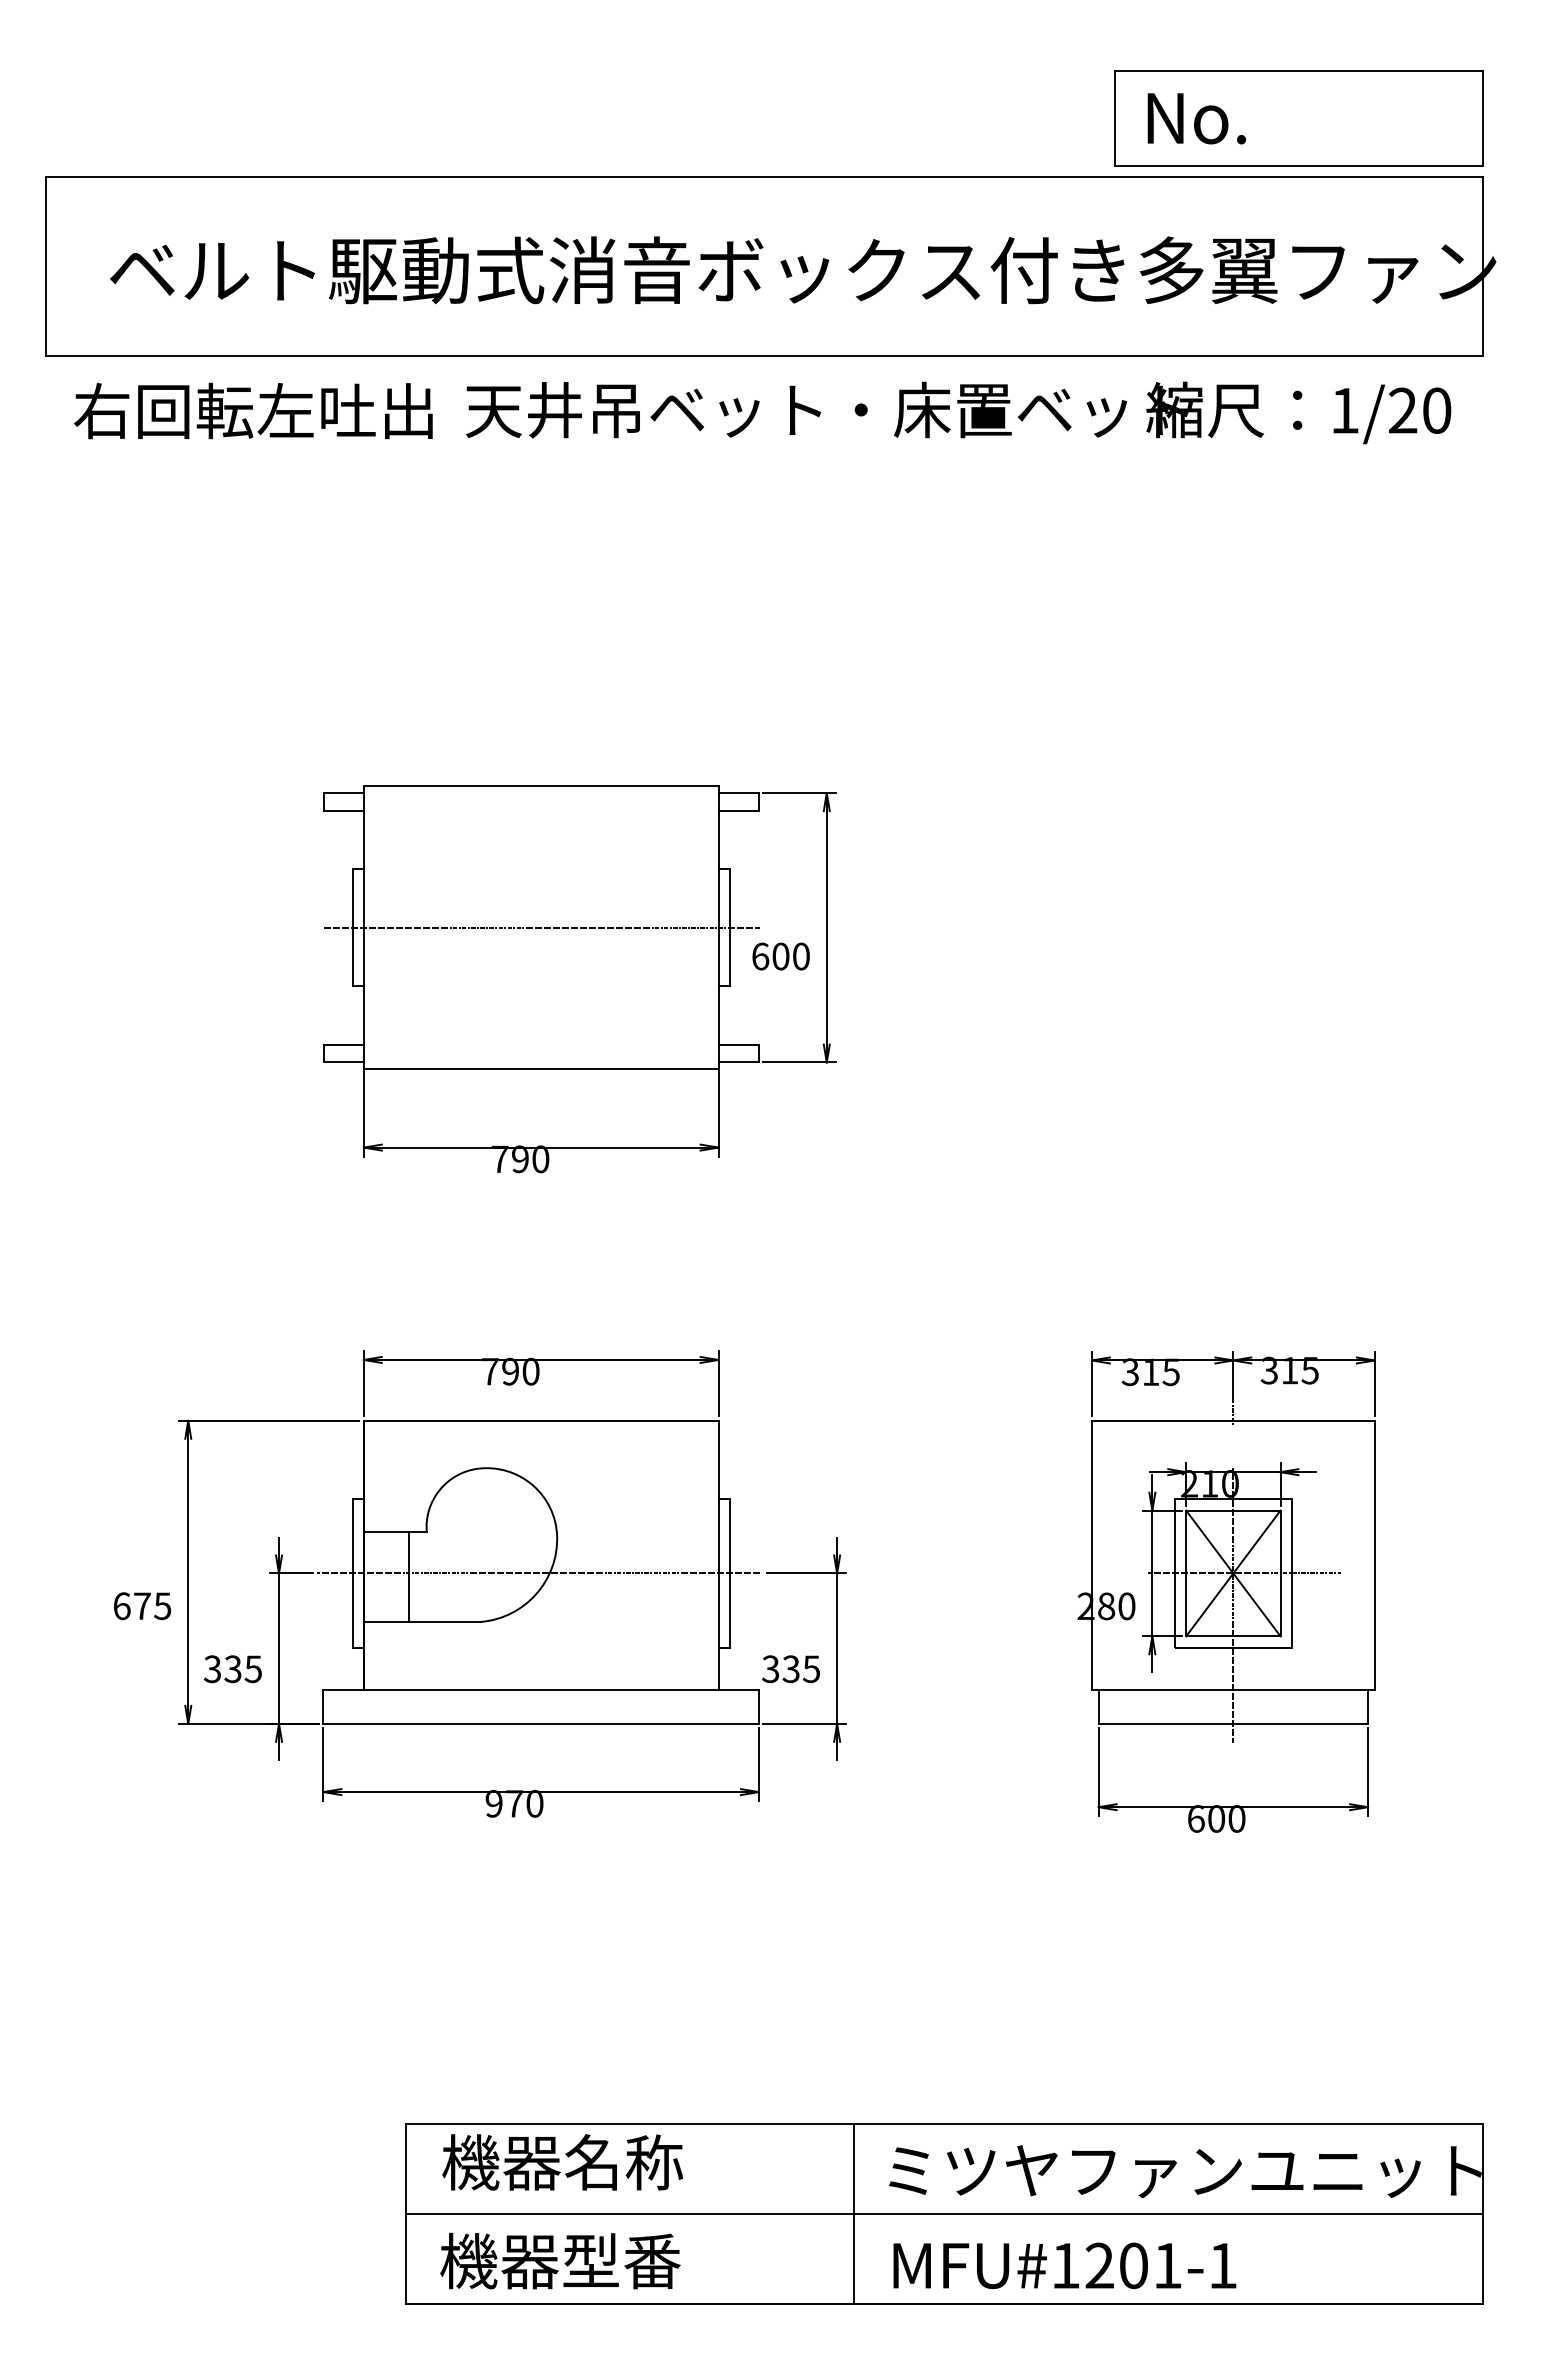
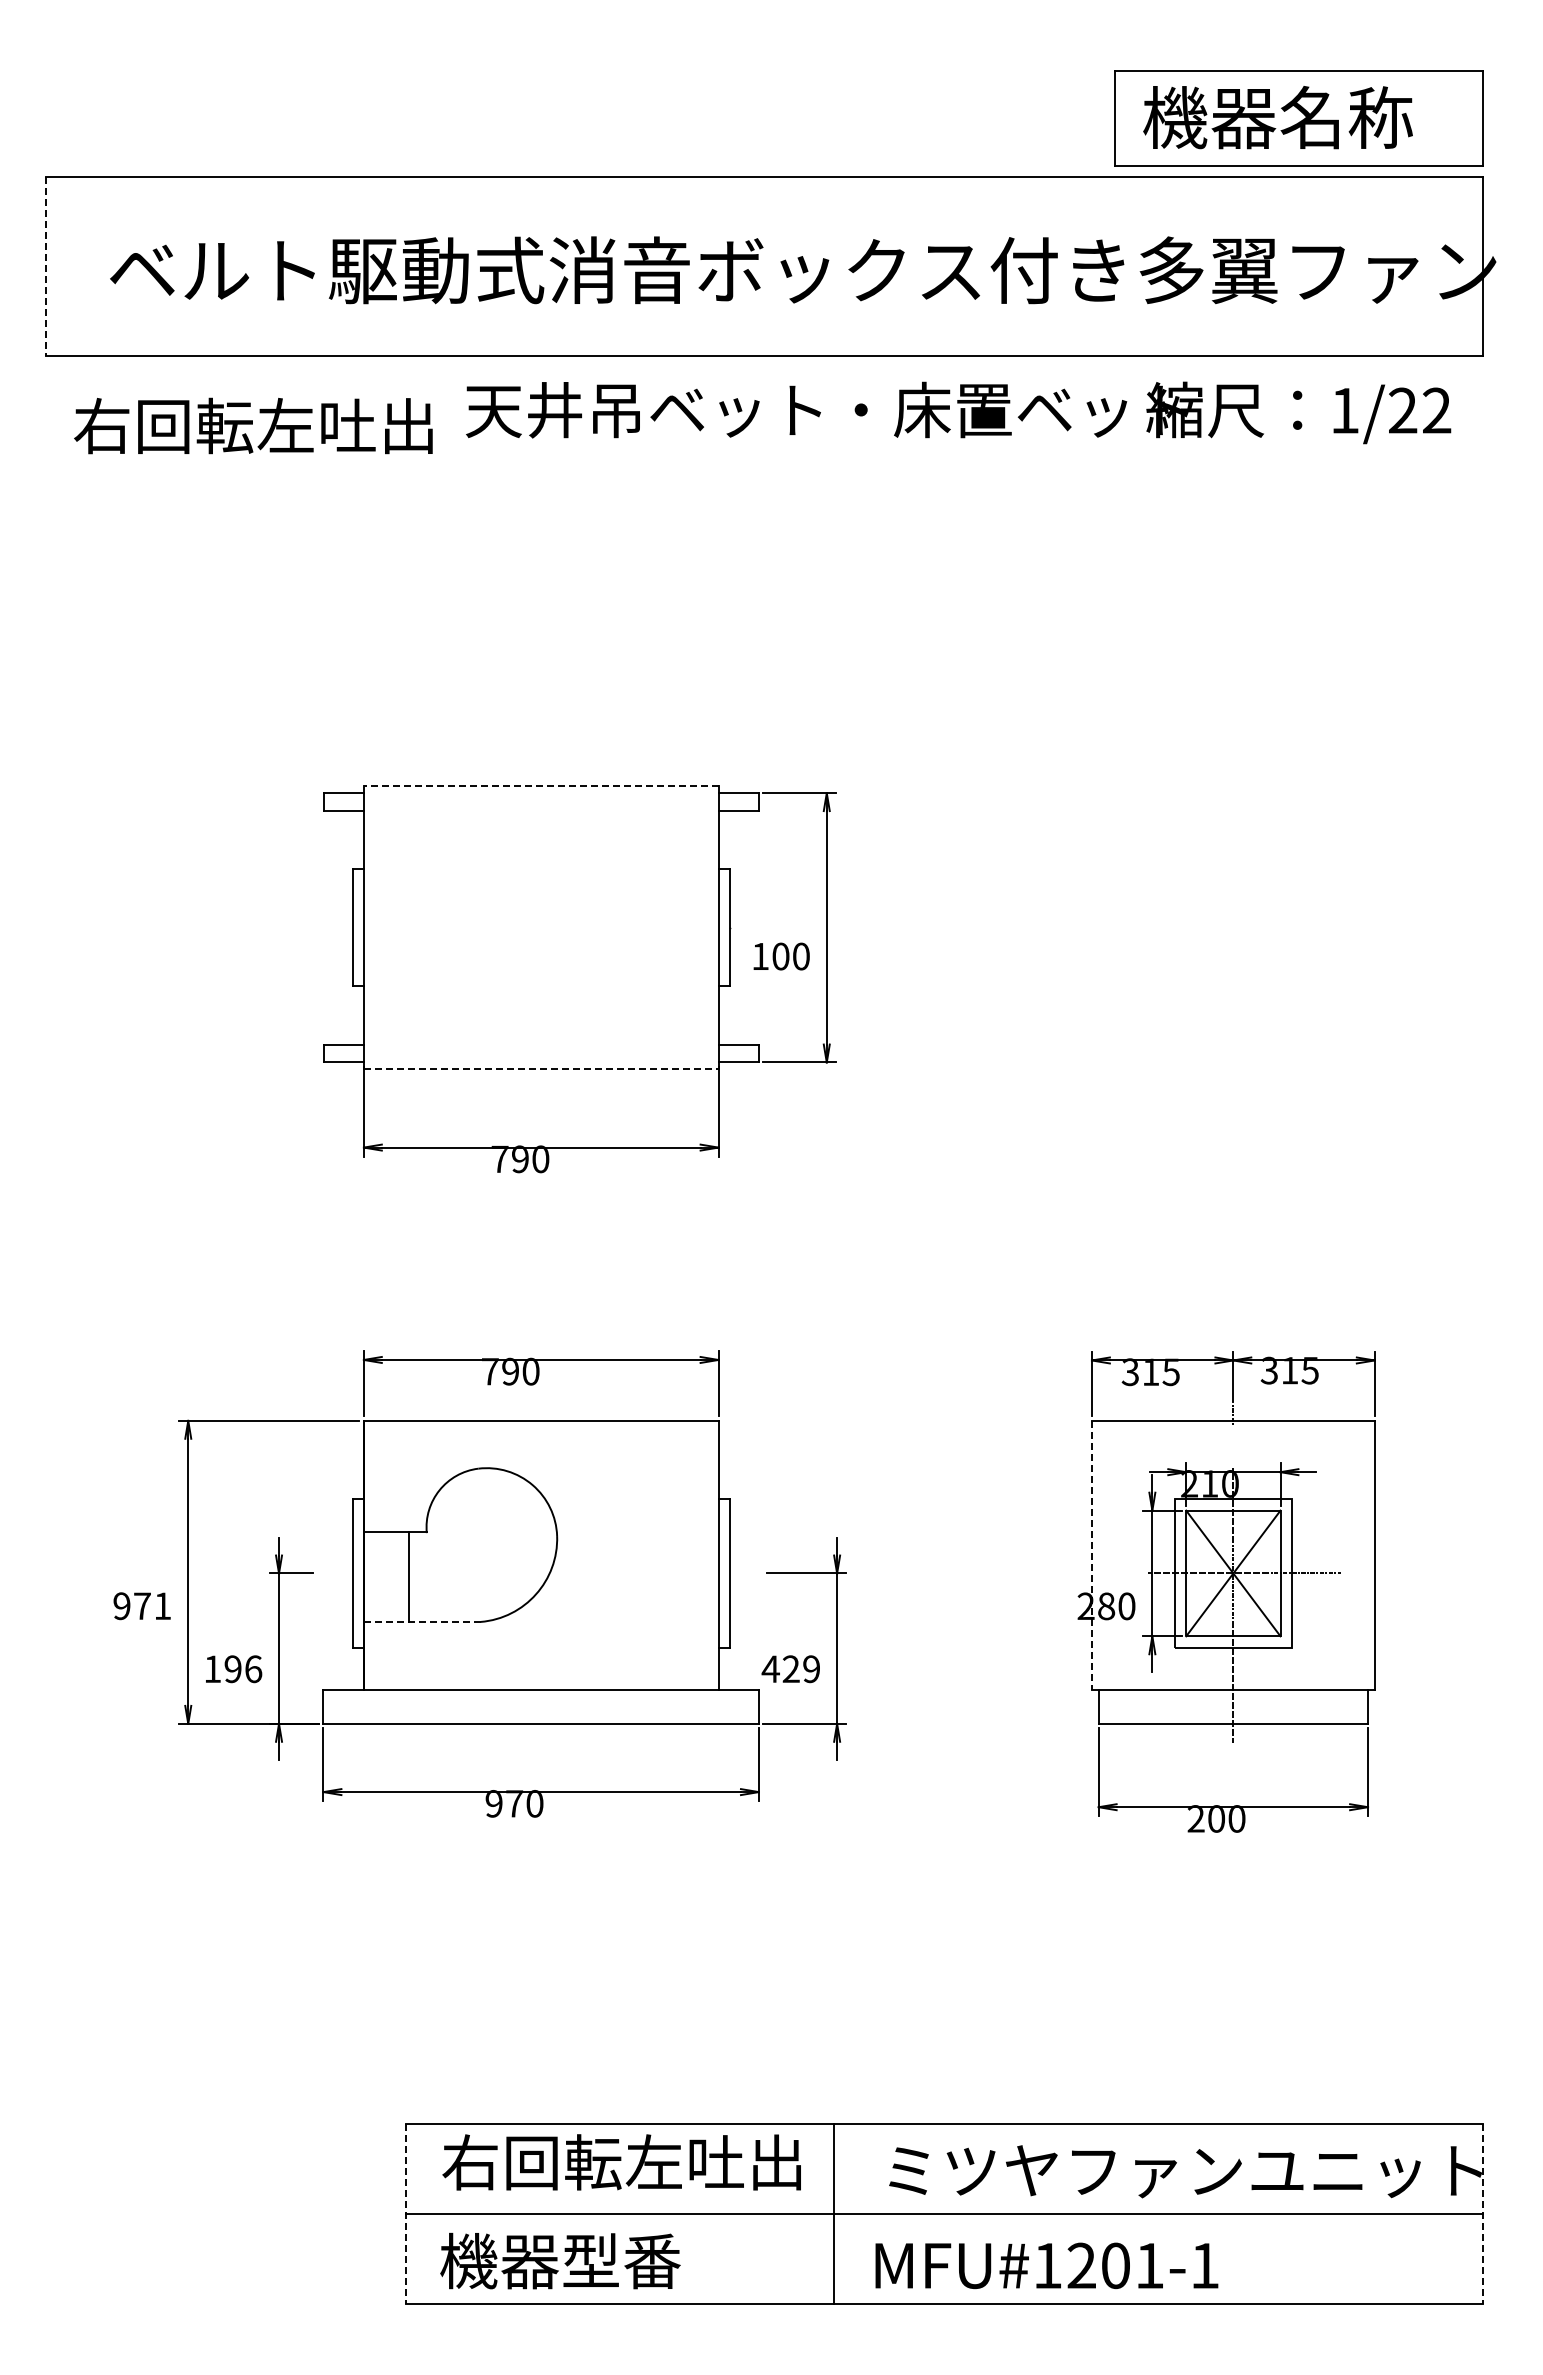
text at (1277, 117): No. -> 機器名称
line at (46, 266): solid -> dashed
text at (253, 410) position: (253, 410) -> (253, 425)
text at (1437, 410): 1/20 -> 1/22
line at (540, 786): solid -> dashed
line at (541, 927): present -> none
text at (760, 956): 600 -> 100
line at (541, 1069): solid -> dashed
line at (1091, 1555): solid -> dashed
line at (539, 1573): present -> none
text at (142, 1606): 675 -> 971
line at (422, 1621): solid -> dashed
text at (233, 1669): 335 -> 196
text at (790, 1669): 335 -> 429
text at (1195, 1818): 600 -> 200
text at (621, 2162): 機器名称 -> 右回転左吐出
line at (405, 2213): solid -> dashed
line at (854, 2213) position: (854, 2213) -> (834, 2213)
line at (1482, 2213): solid -> dashed
text at (1064, 2265) position: (1064, 2265) -> (1046, 2265)
